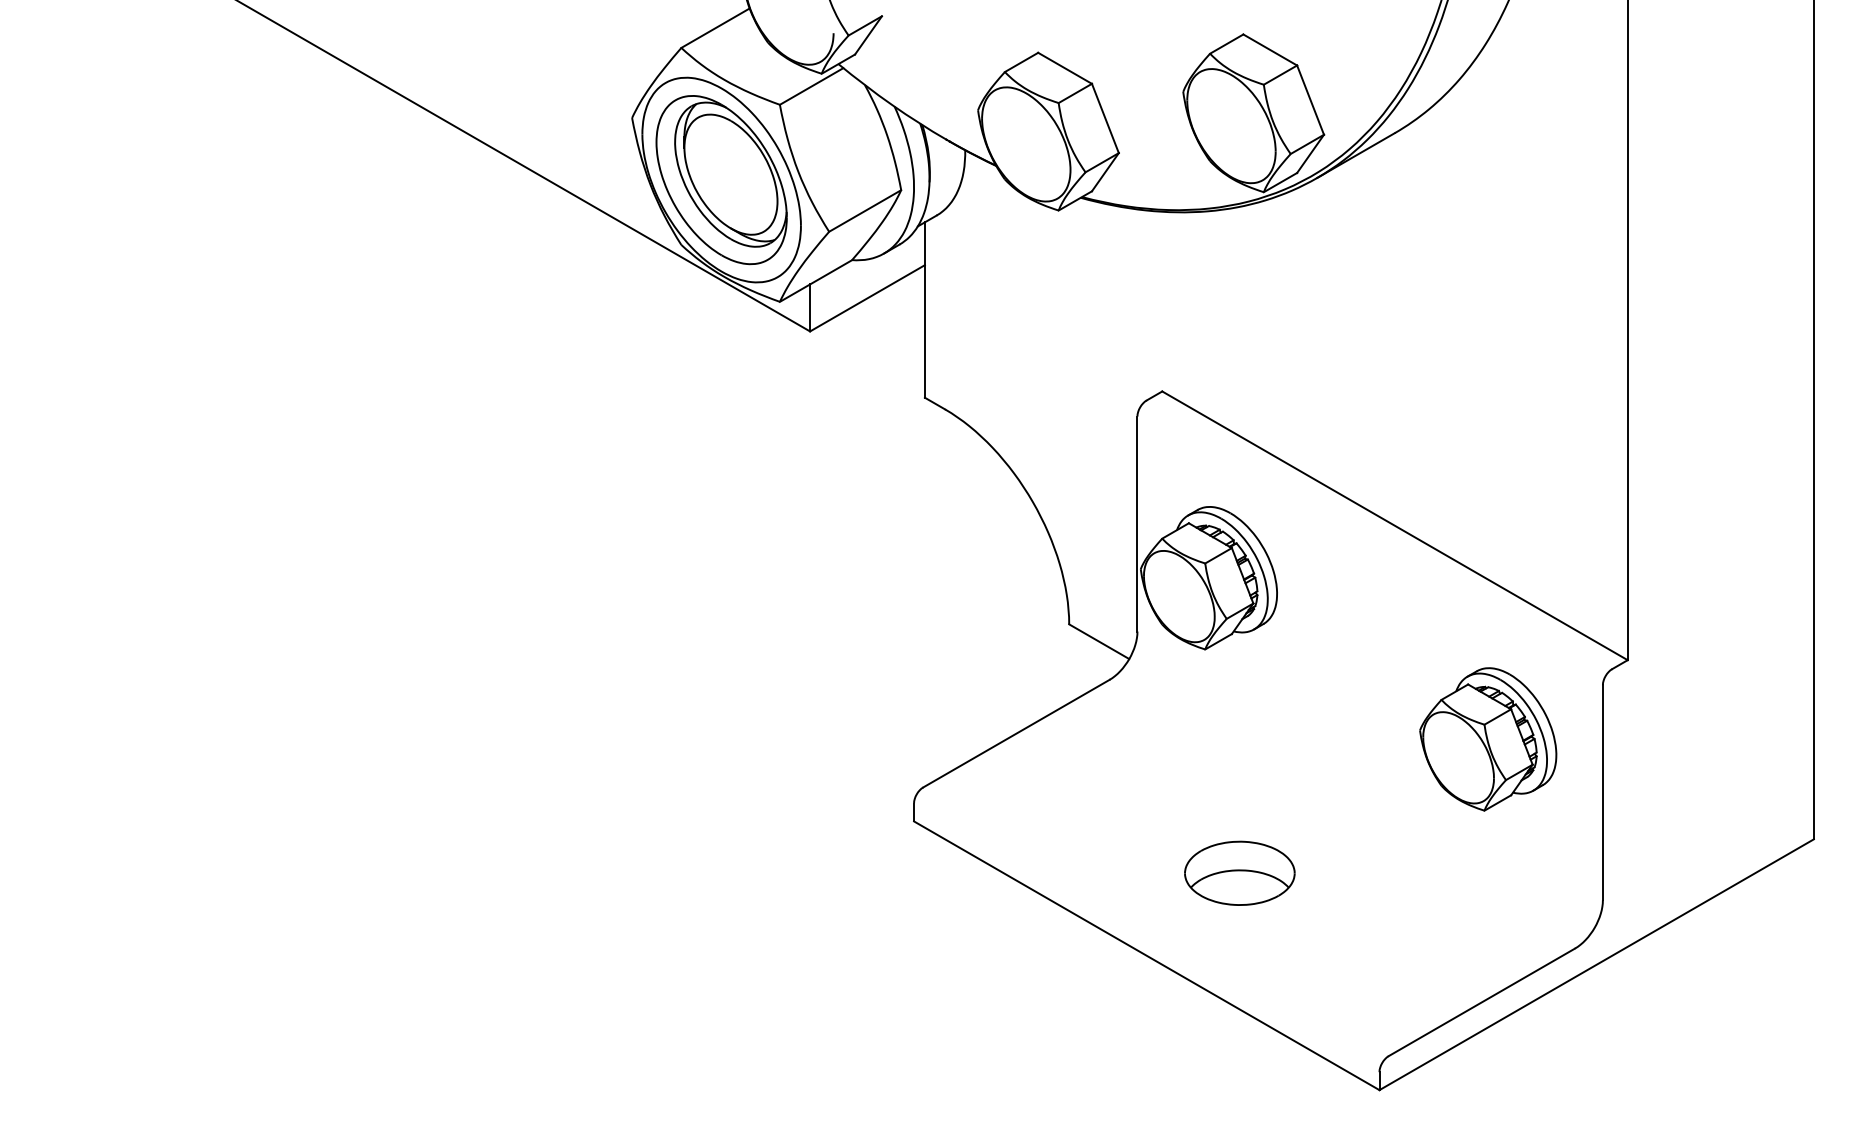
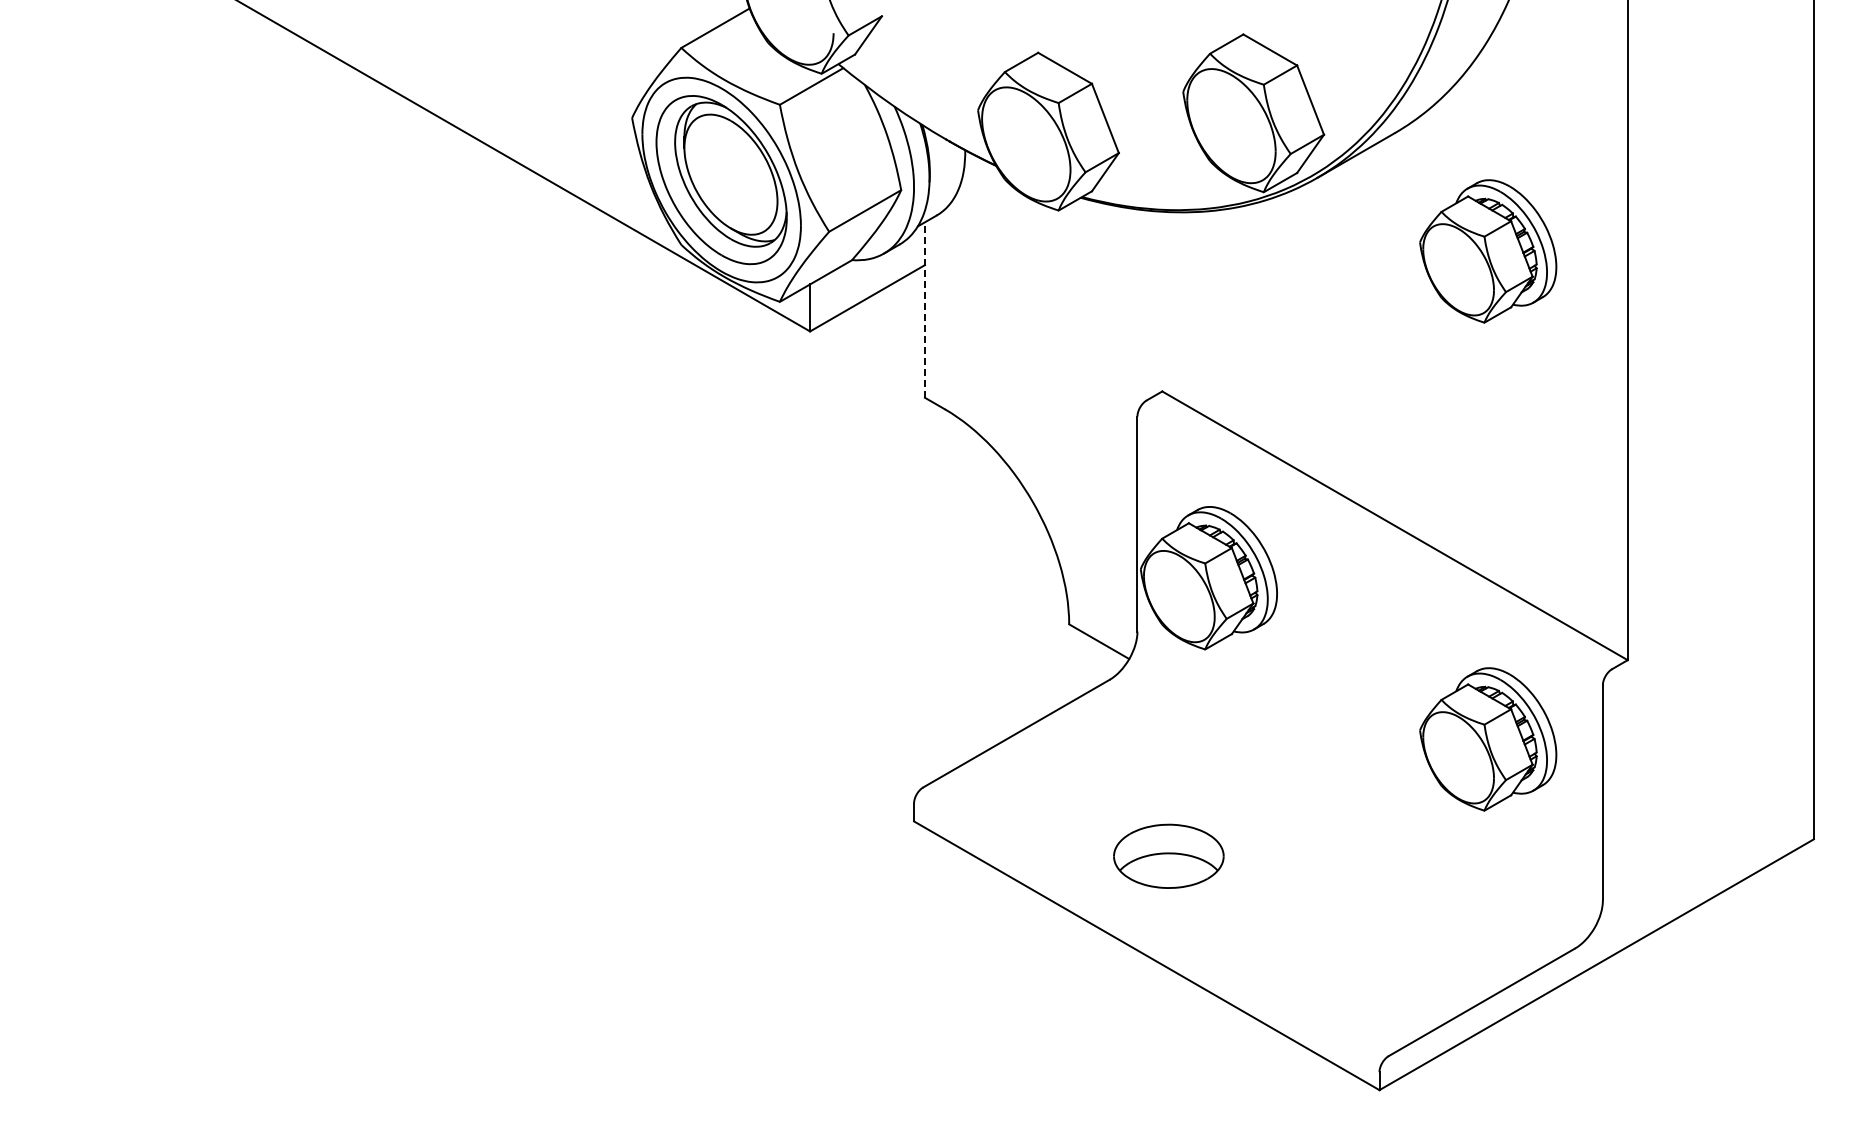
part at (1488, 251): none -> present
line at (924, 310): solid -> dashed
part at (1239, 872) position: (1239, 872) -> (1168, 855)
